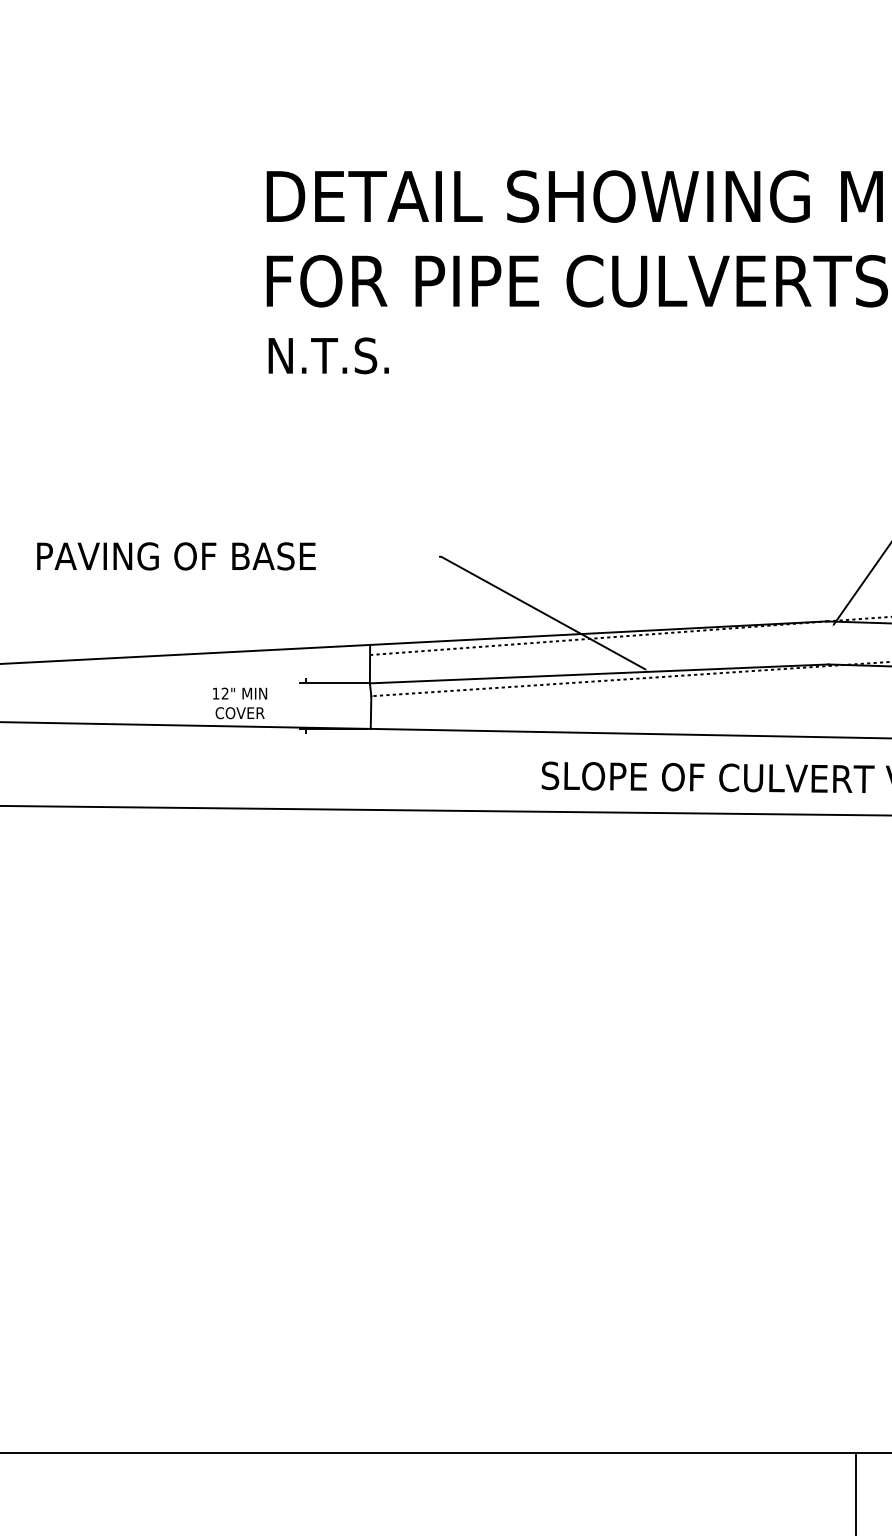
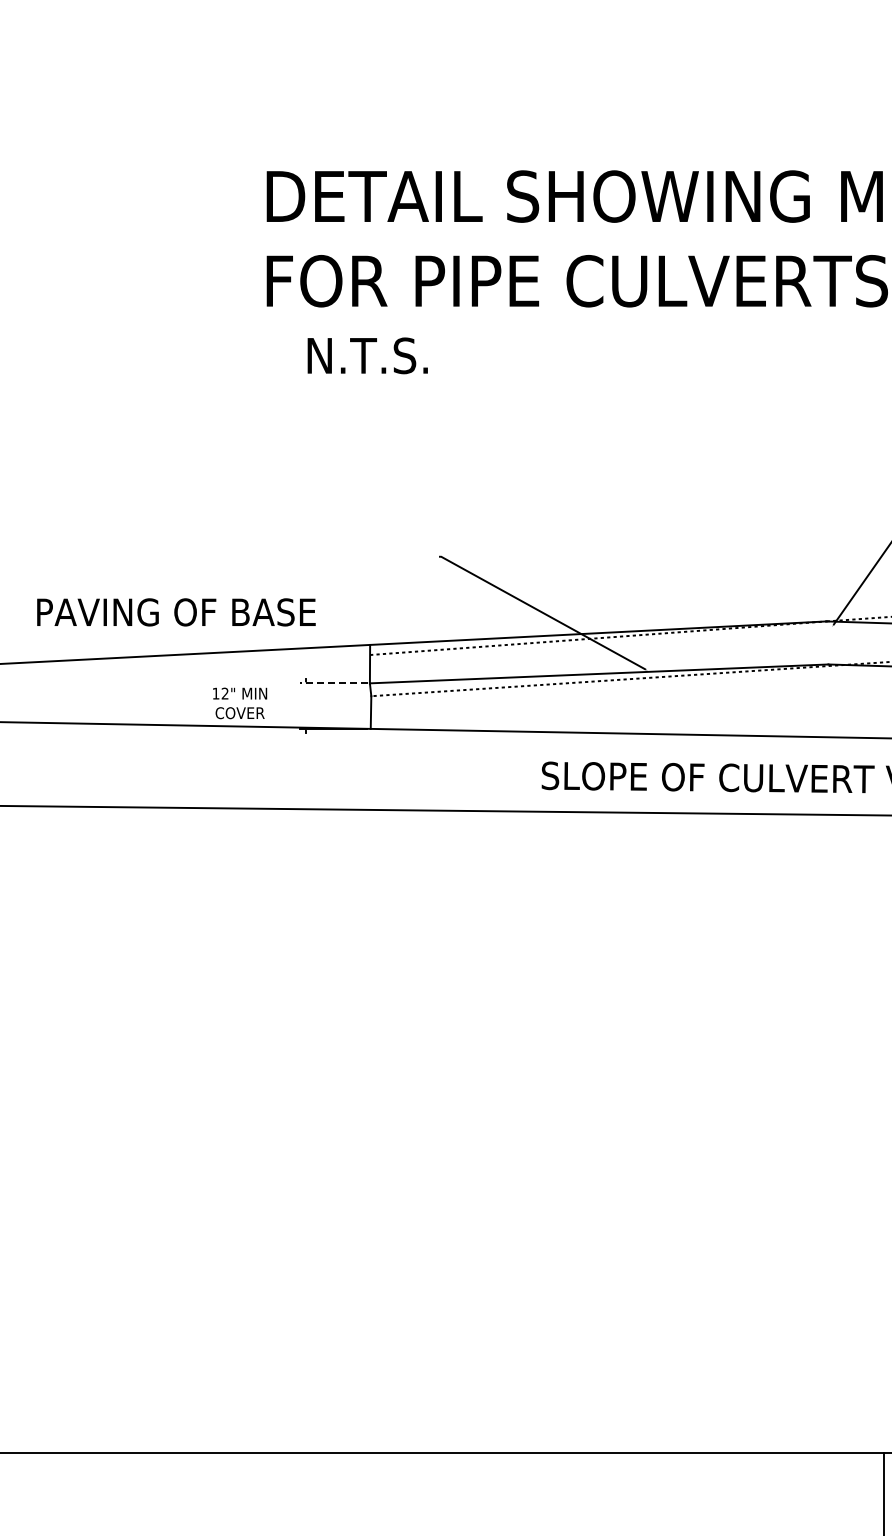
text at (328, 355) position: (328, 355) -> (367, 355)
text at (176, 556) position: (176, 556) -> (176, 612)
line at (333, 683): solid -> dashed
line at (855, 1492) position: (855, 1492) -> (883, 1492)
